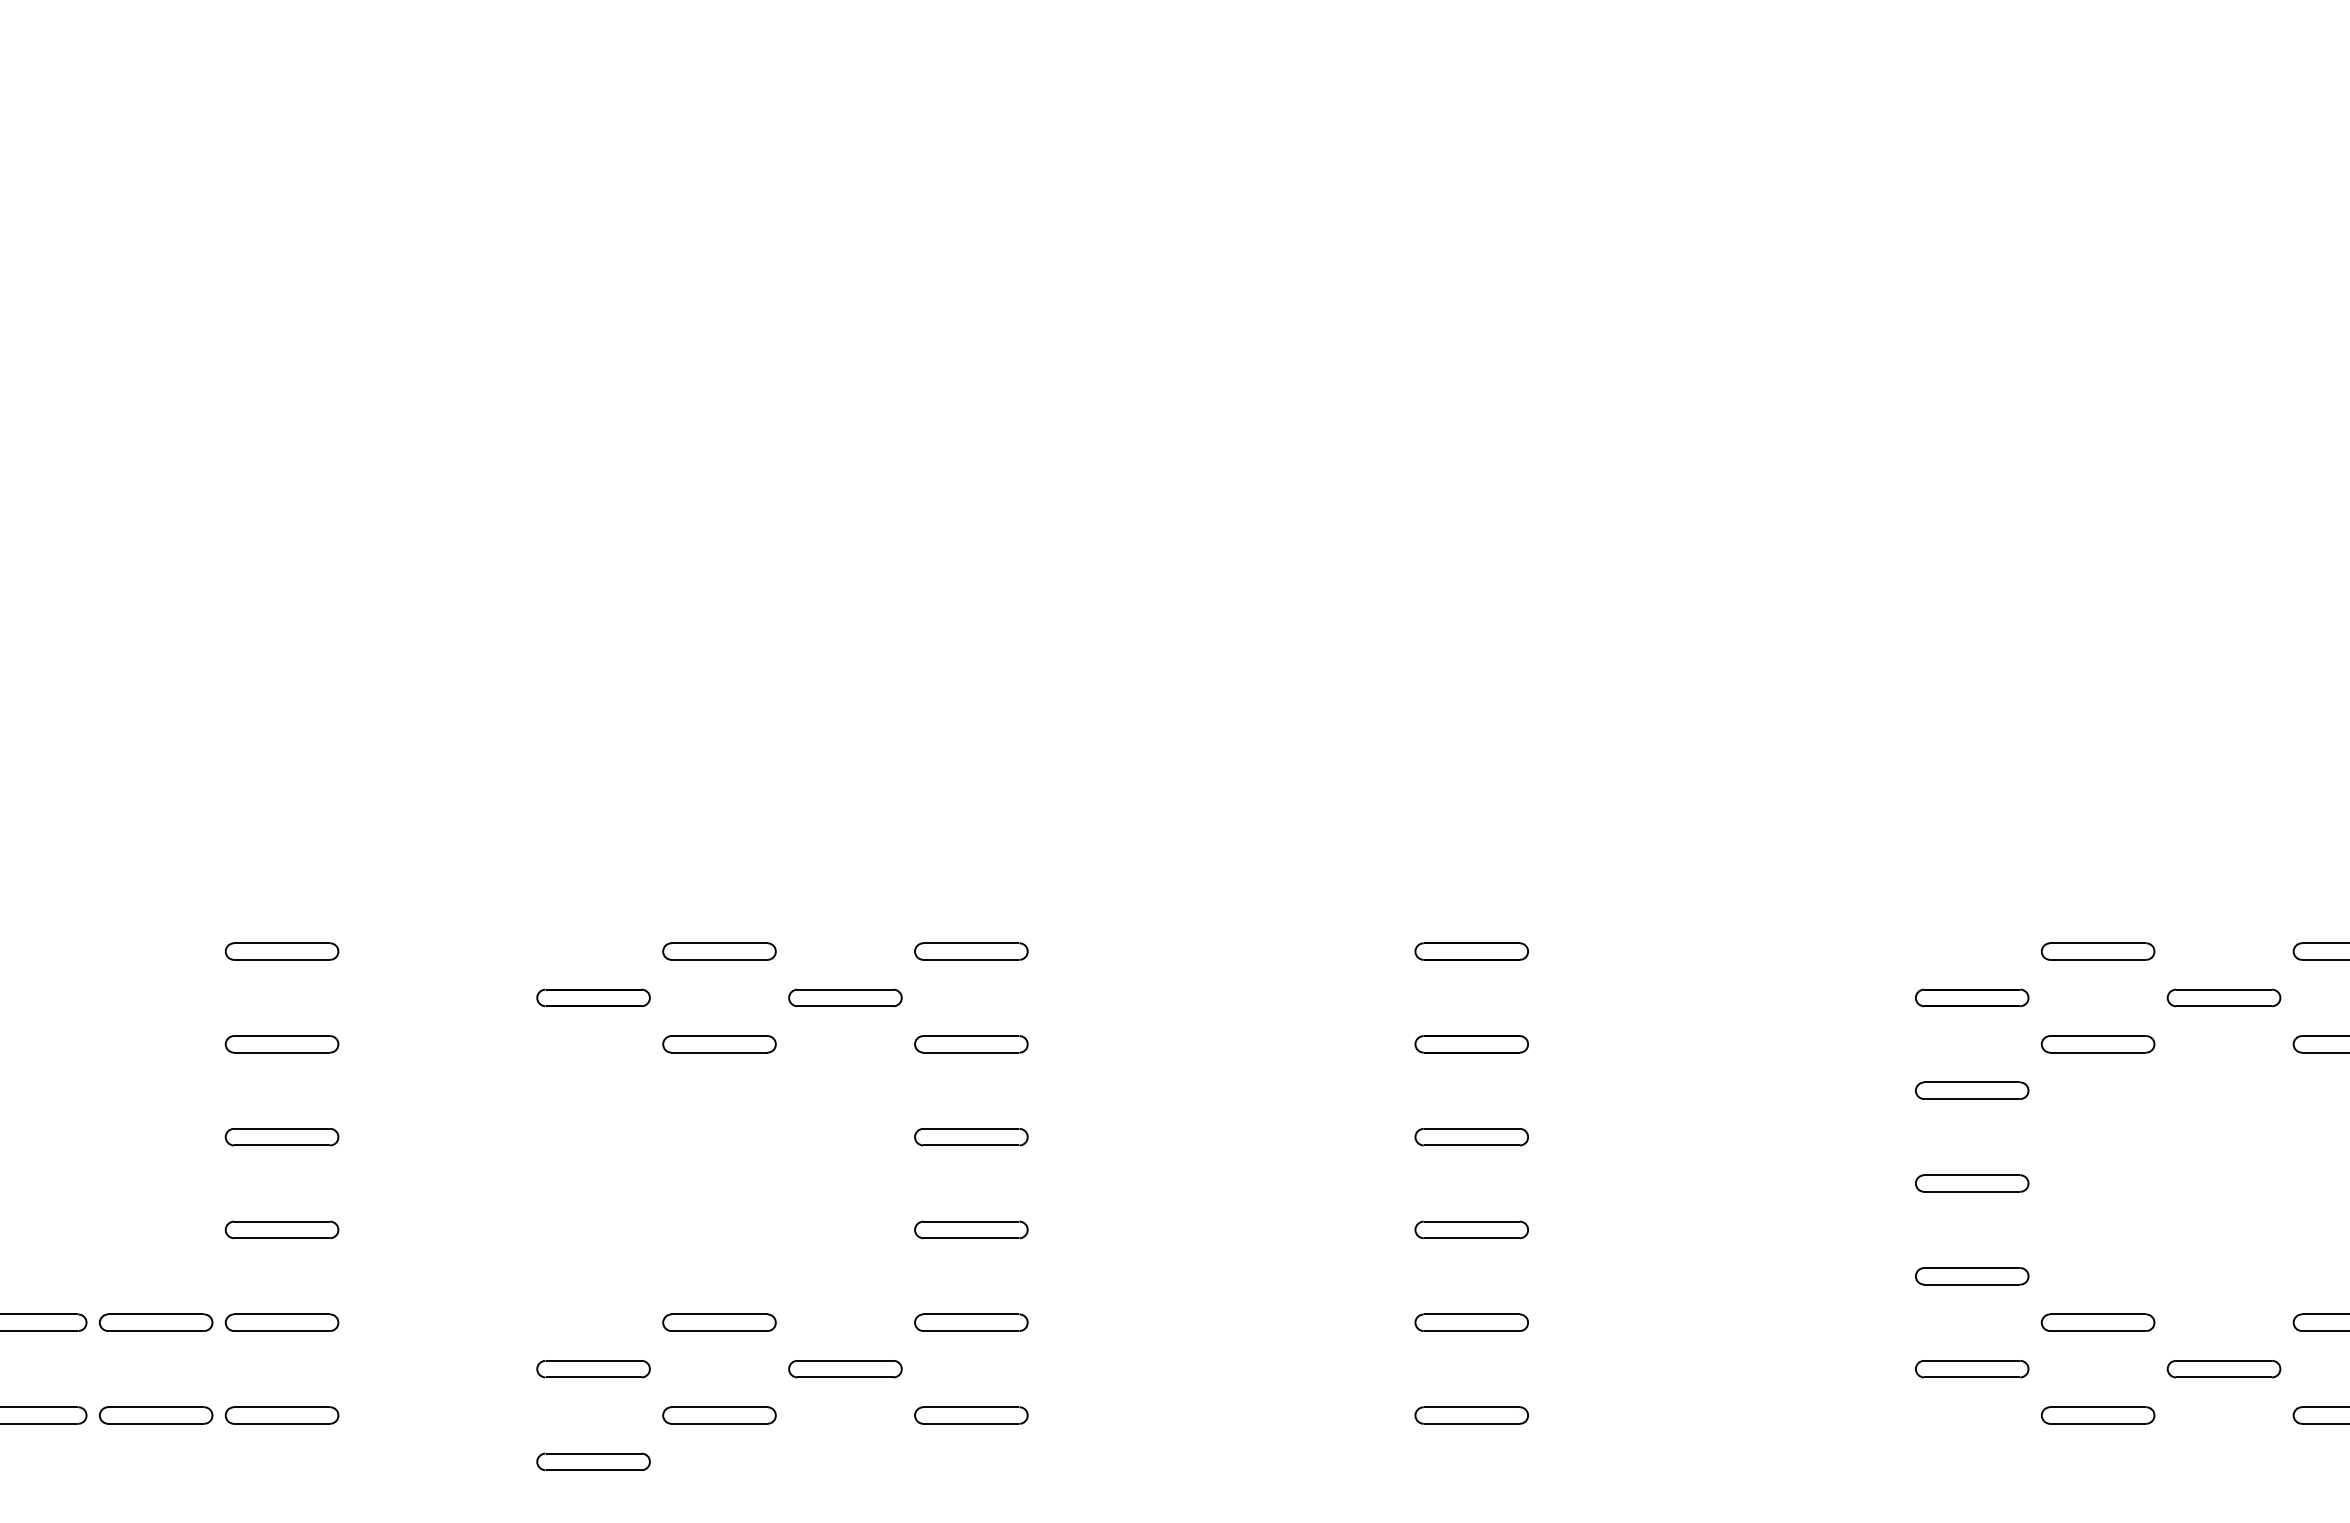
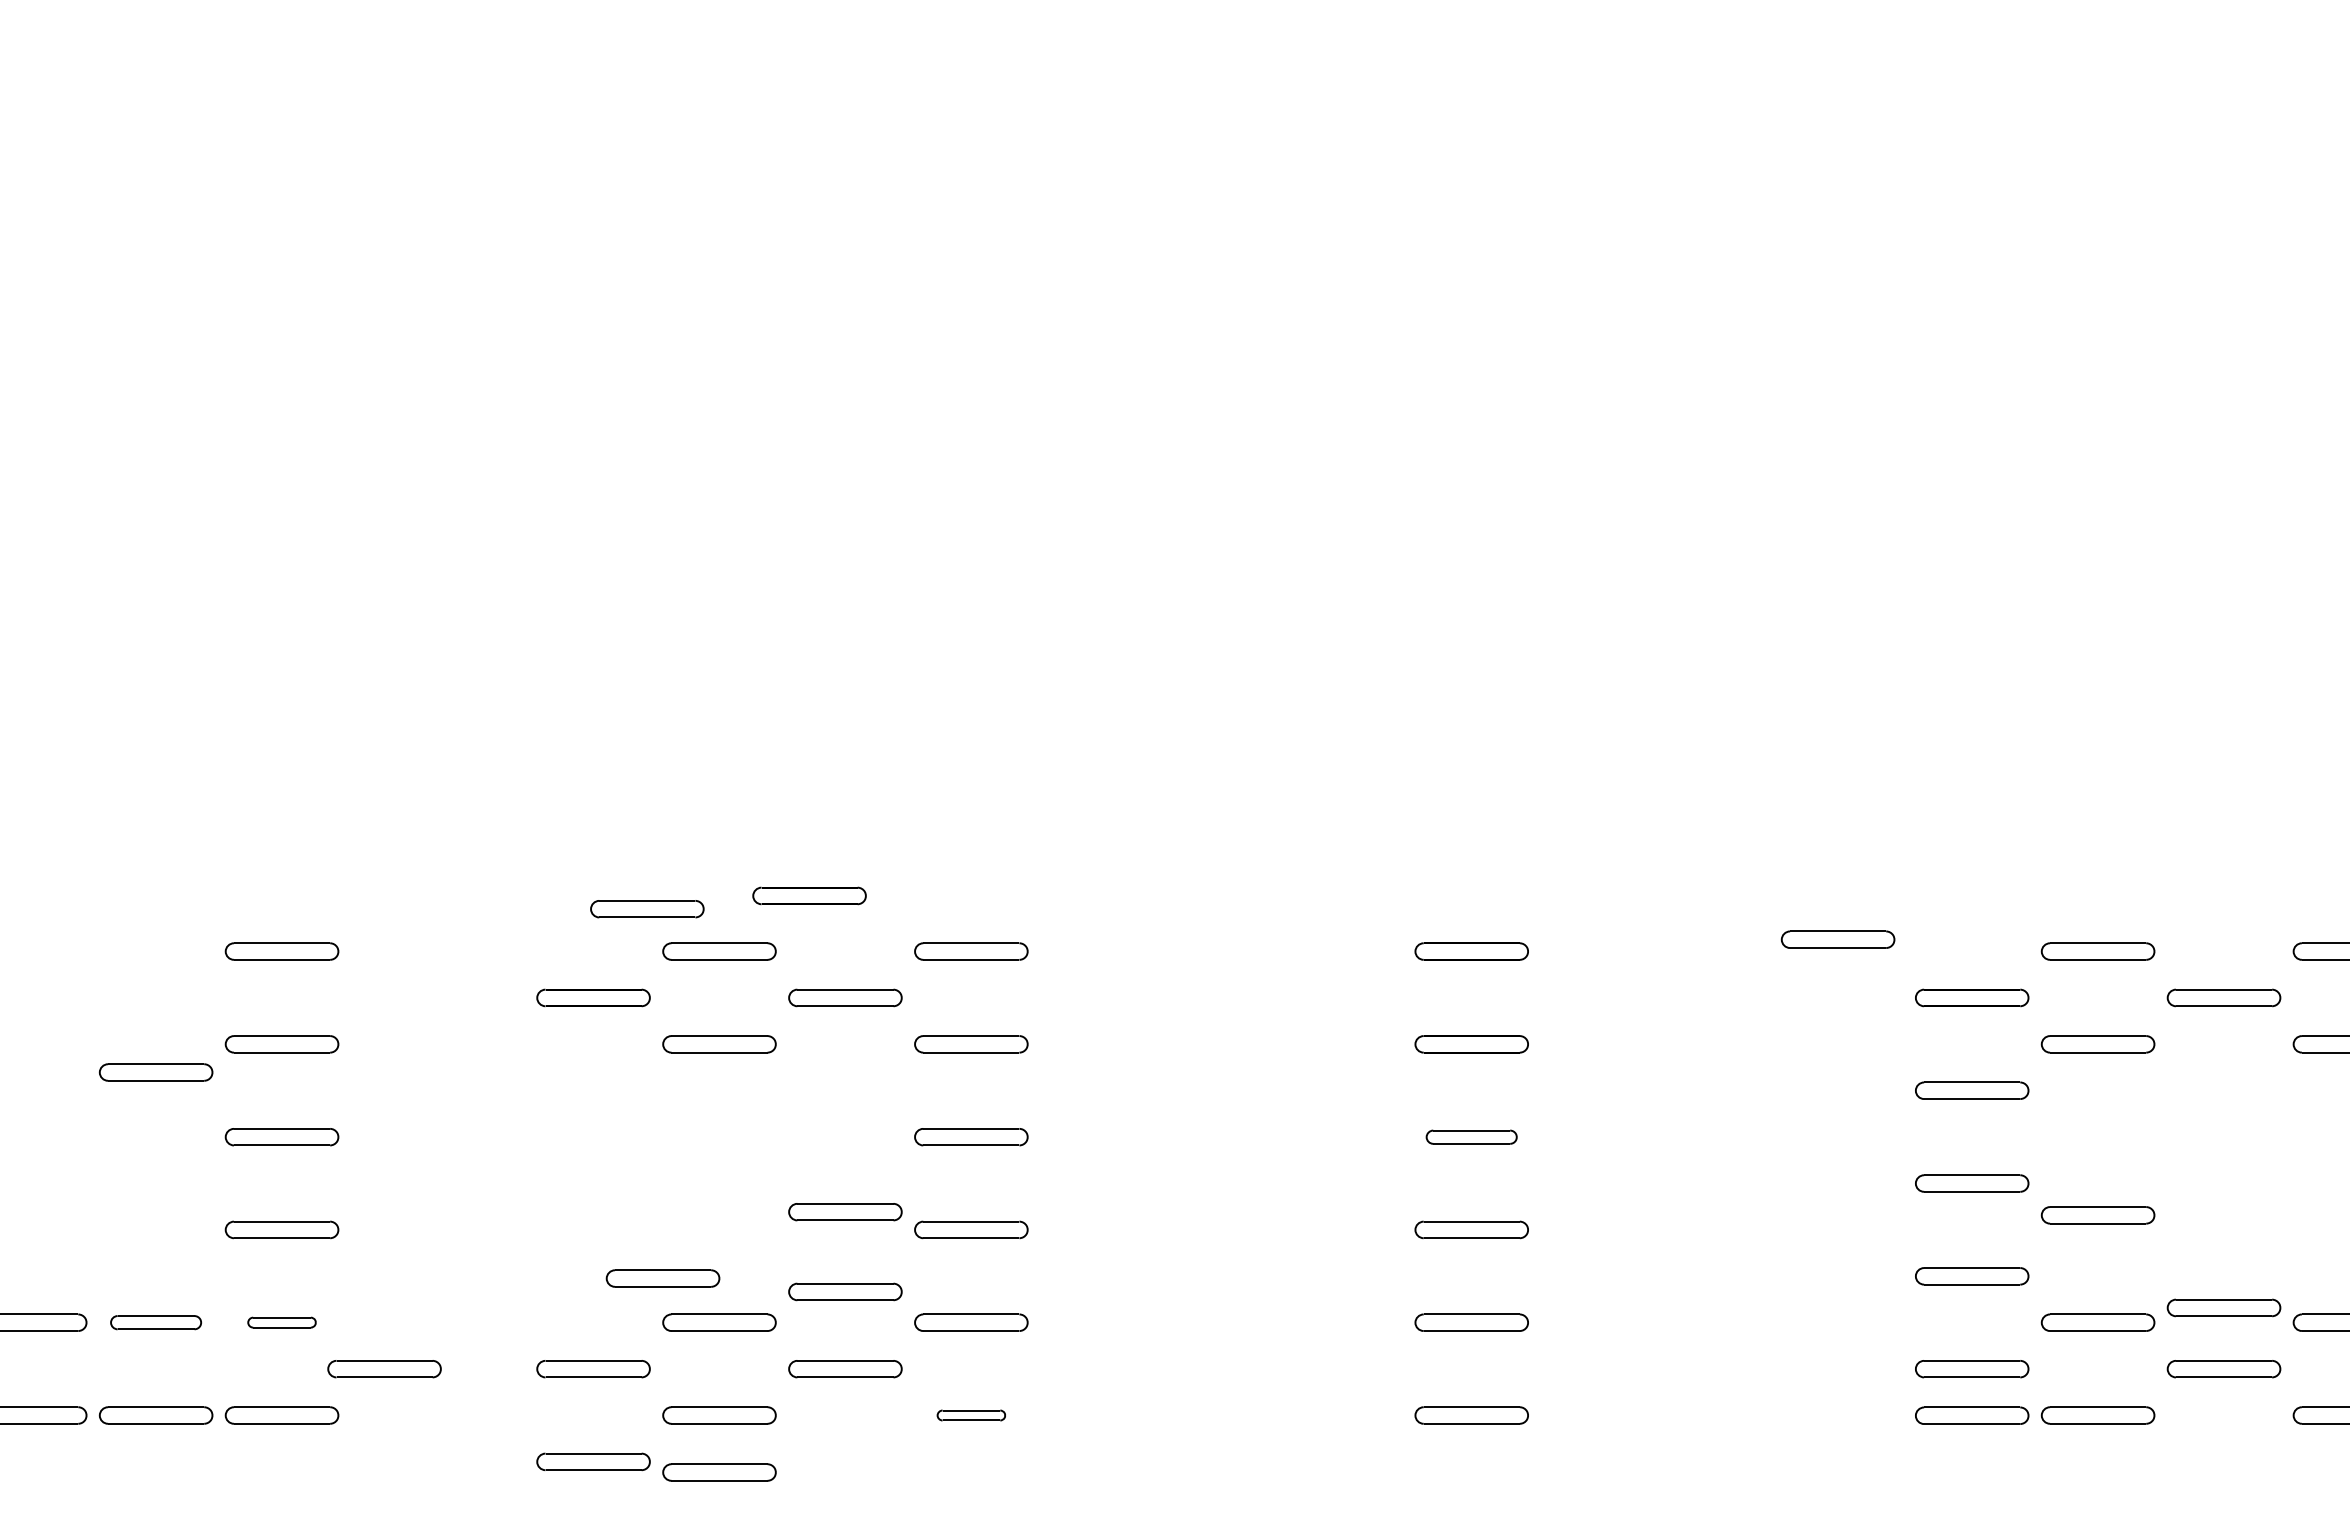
part at (809, 895): none -> present
part at (647, 909): none -> present
part at (1837, 939): none -> present
part at (155, 1072): none -> present
part at (1471, 1137) size: 115x19 px -> 93x16 px
part at (845, 1212): none -> present
part at (2097, 1215): none -> present
part at (662, 1278): none -> present
part at (845, 1291): none -> present
part at (2223, 1307): none -> present
part at (155, 1322) size: 116x19 px -> 92x16 px
part at (281, 1322) size: 116x19 px -> 70x13 px
part at (384, 1369): none -> present
part at (971, 1415) size: 115x19 px -> 70x13 px
part at (1972, 1415): none -> present
part at (719, 1472): none -> present
